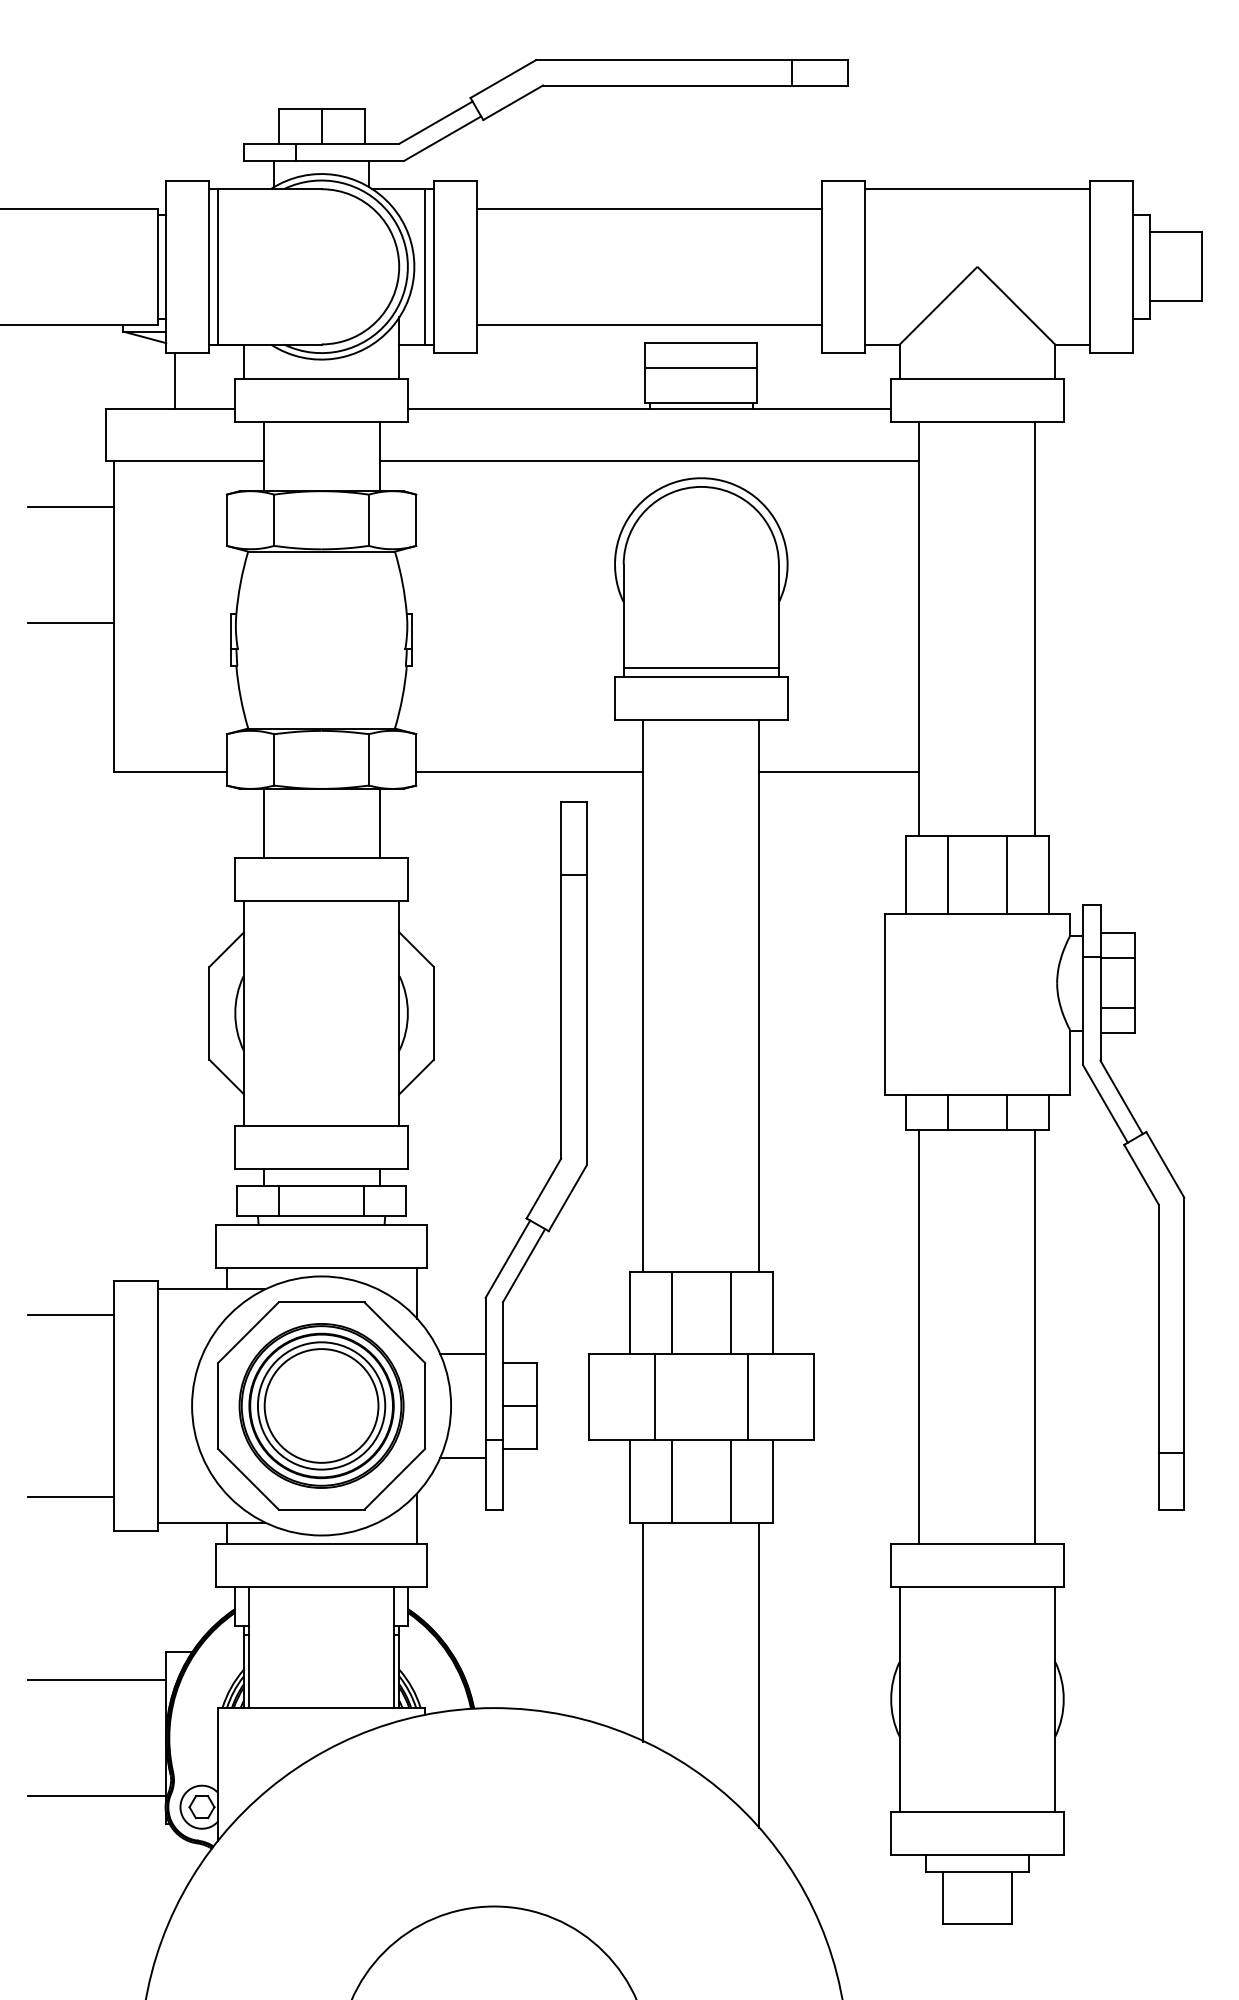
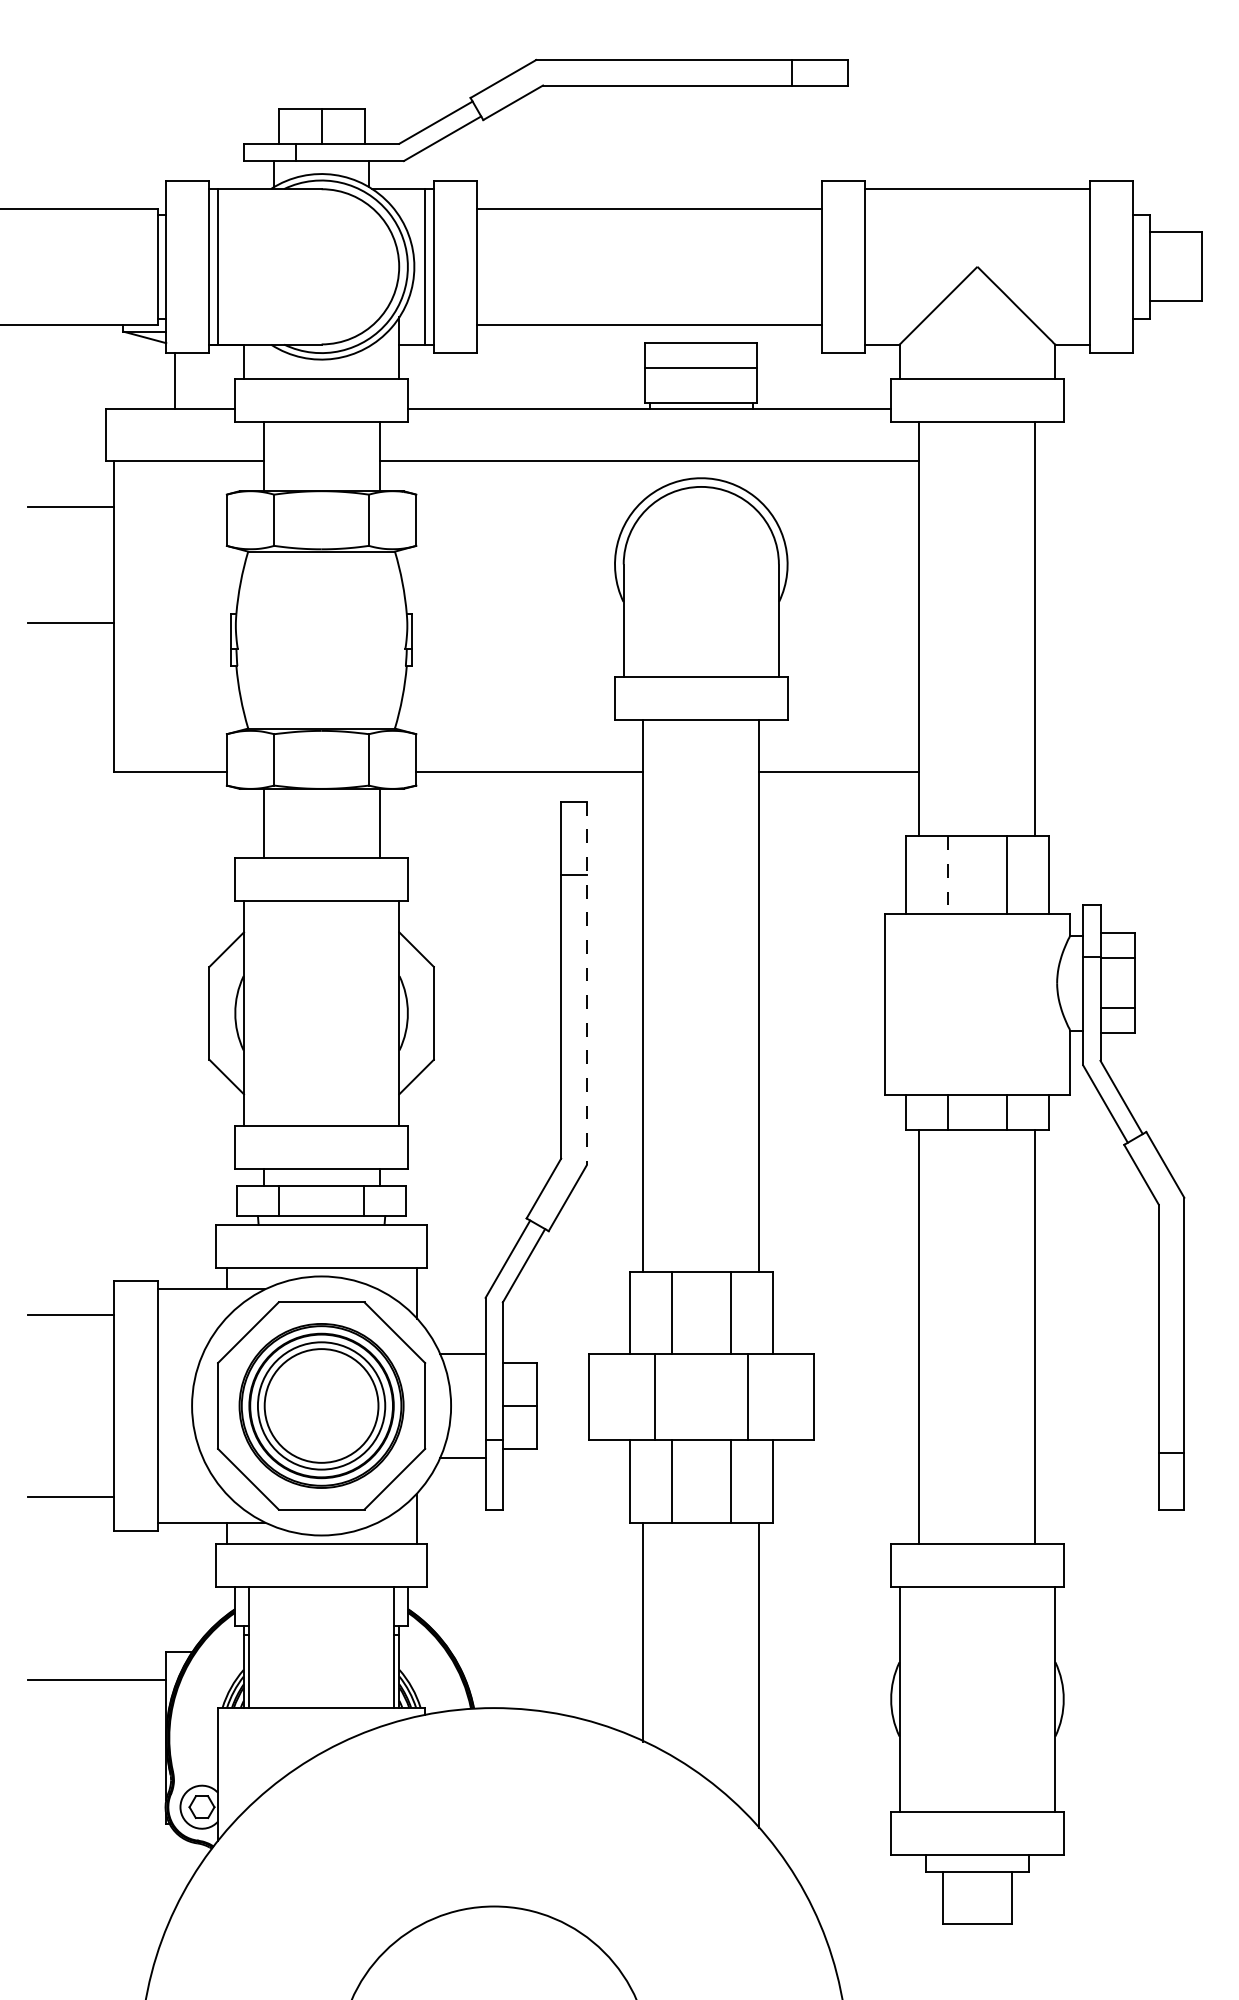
line at (701, 668): present -> none
line at (948, 875): solid -> dashed
line at (586, 983): solid -> dashed
line at (97, 1796): present -> none
